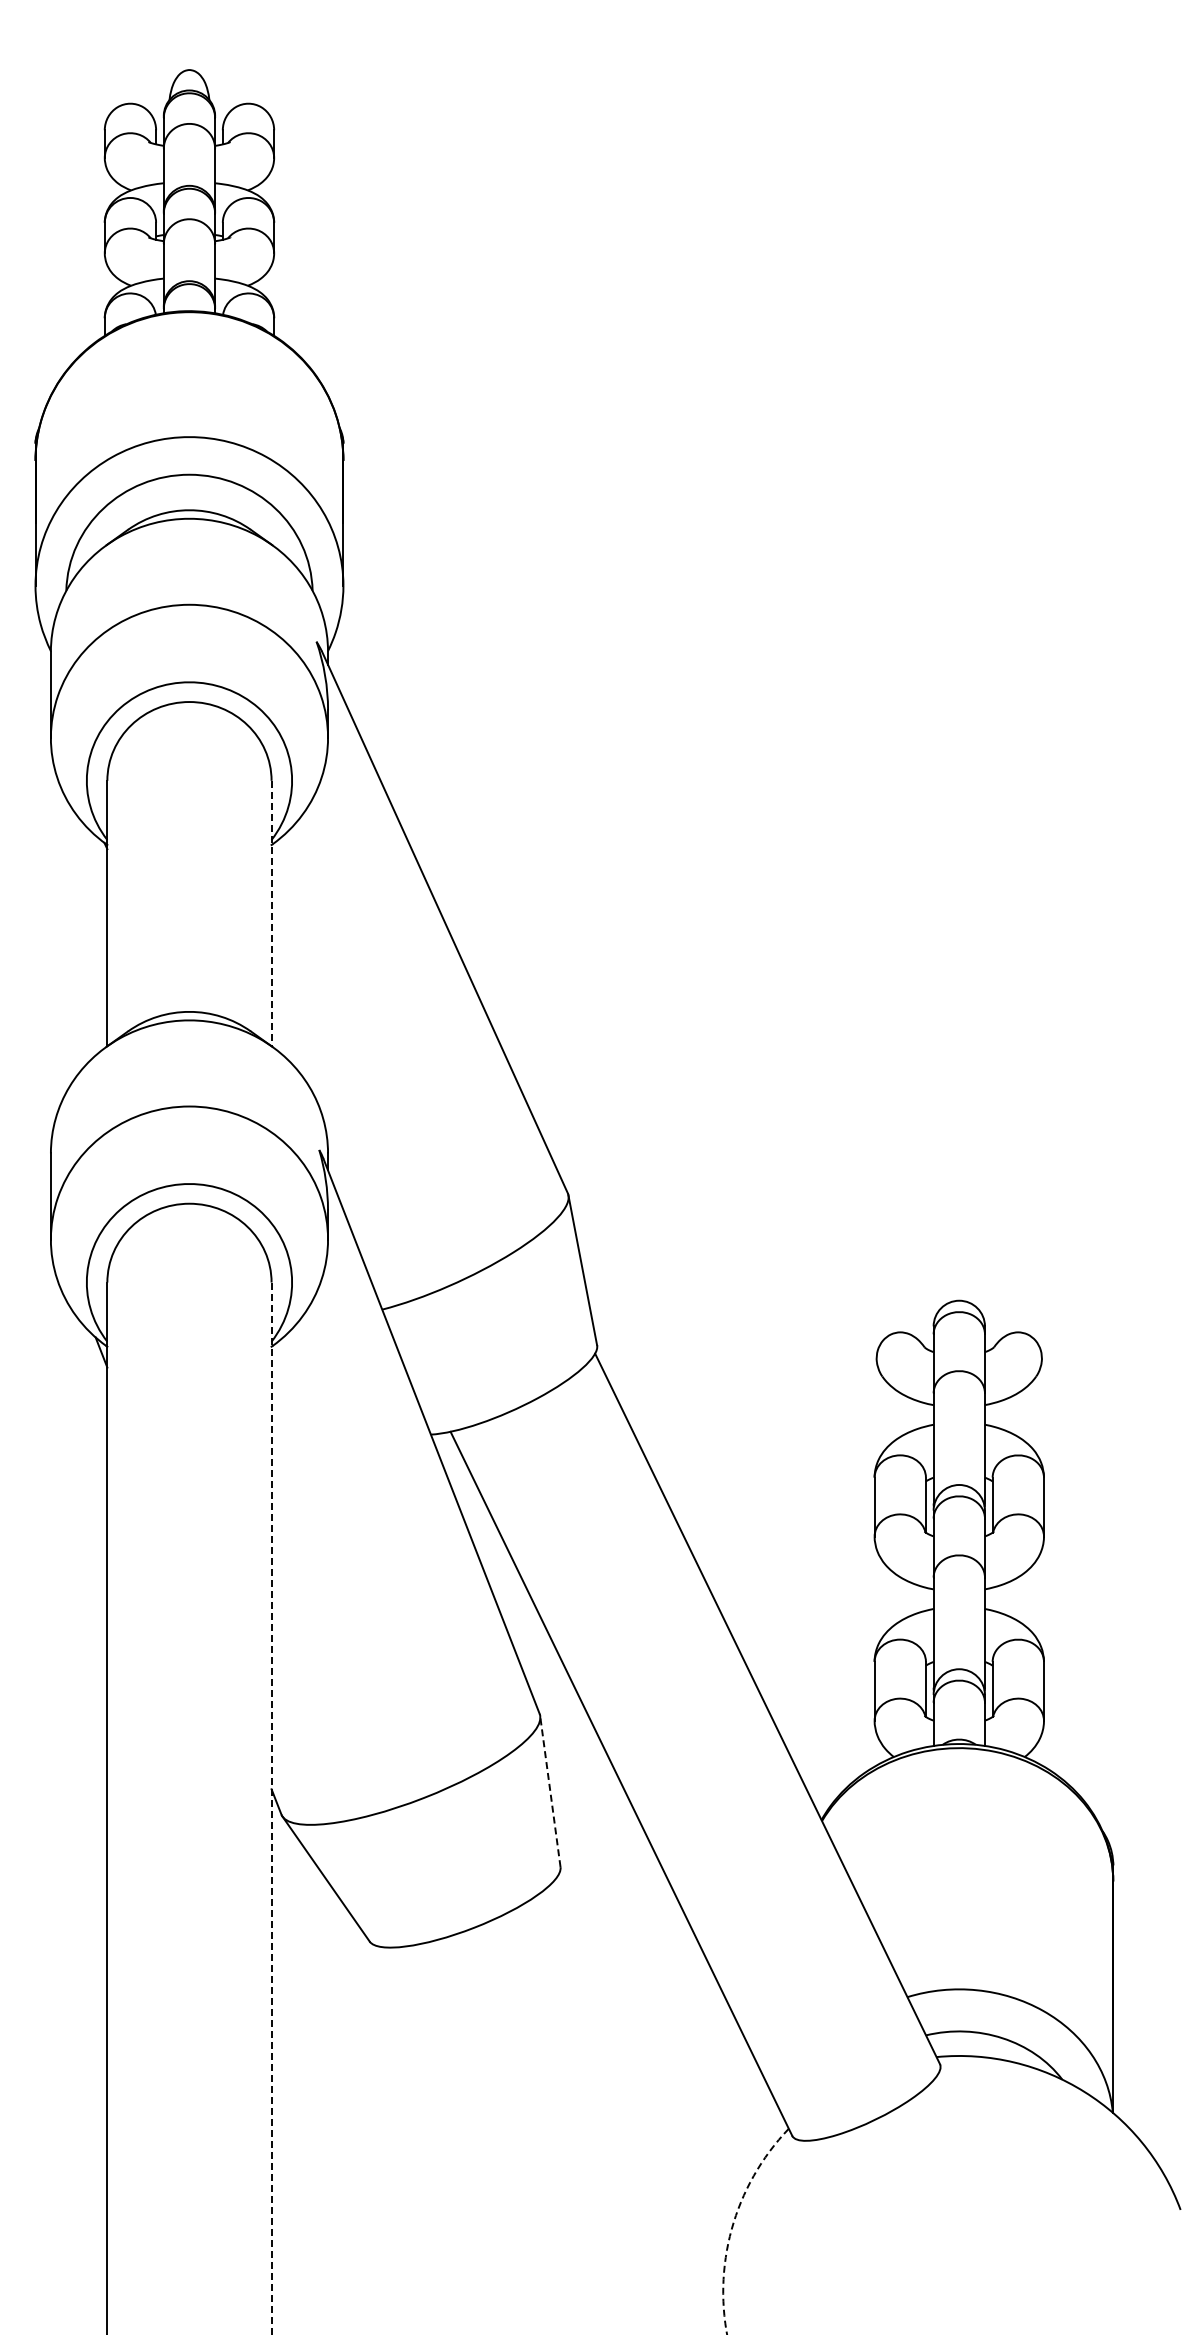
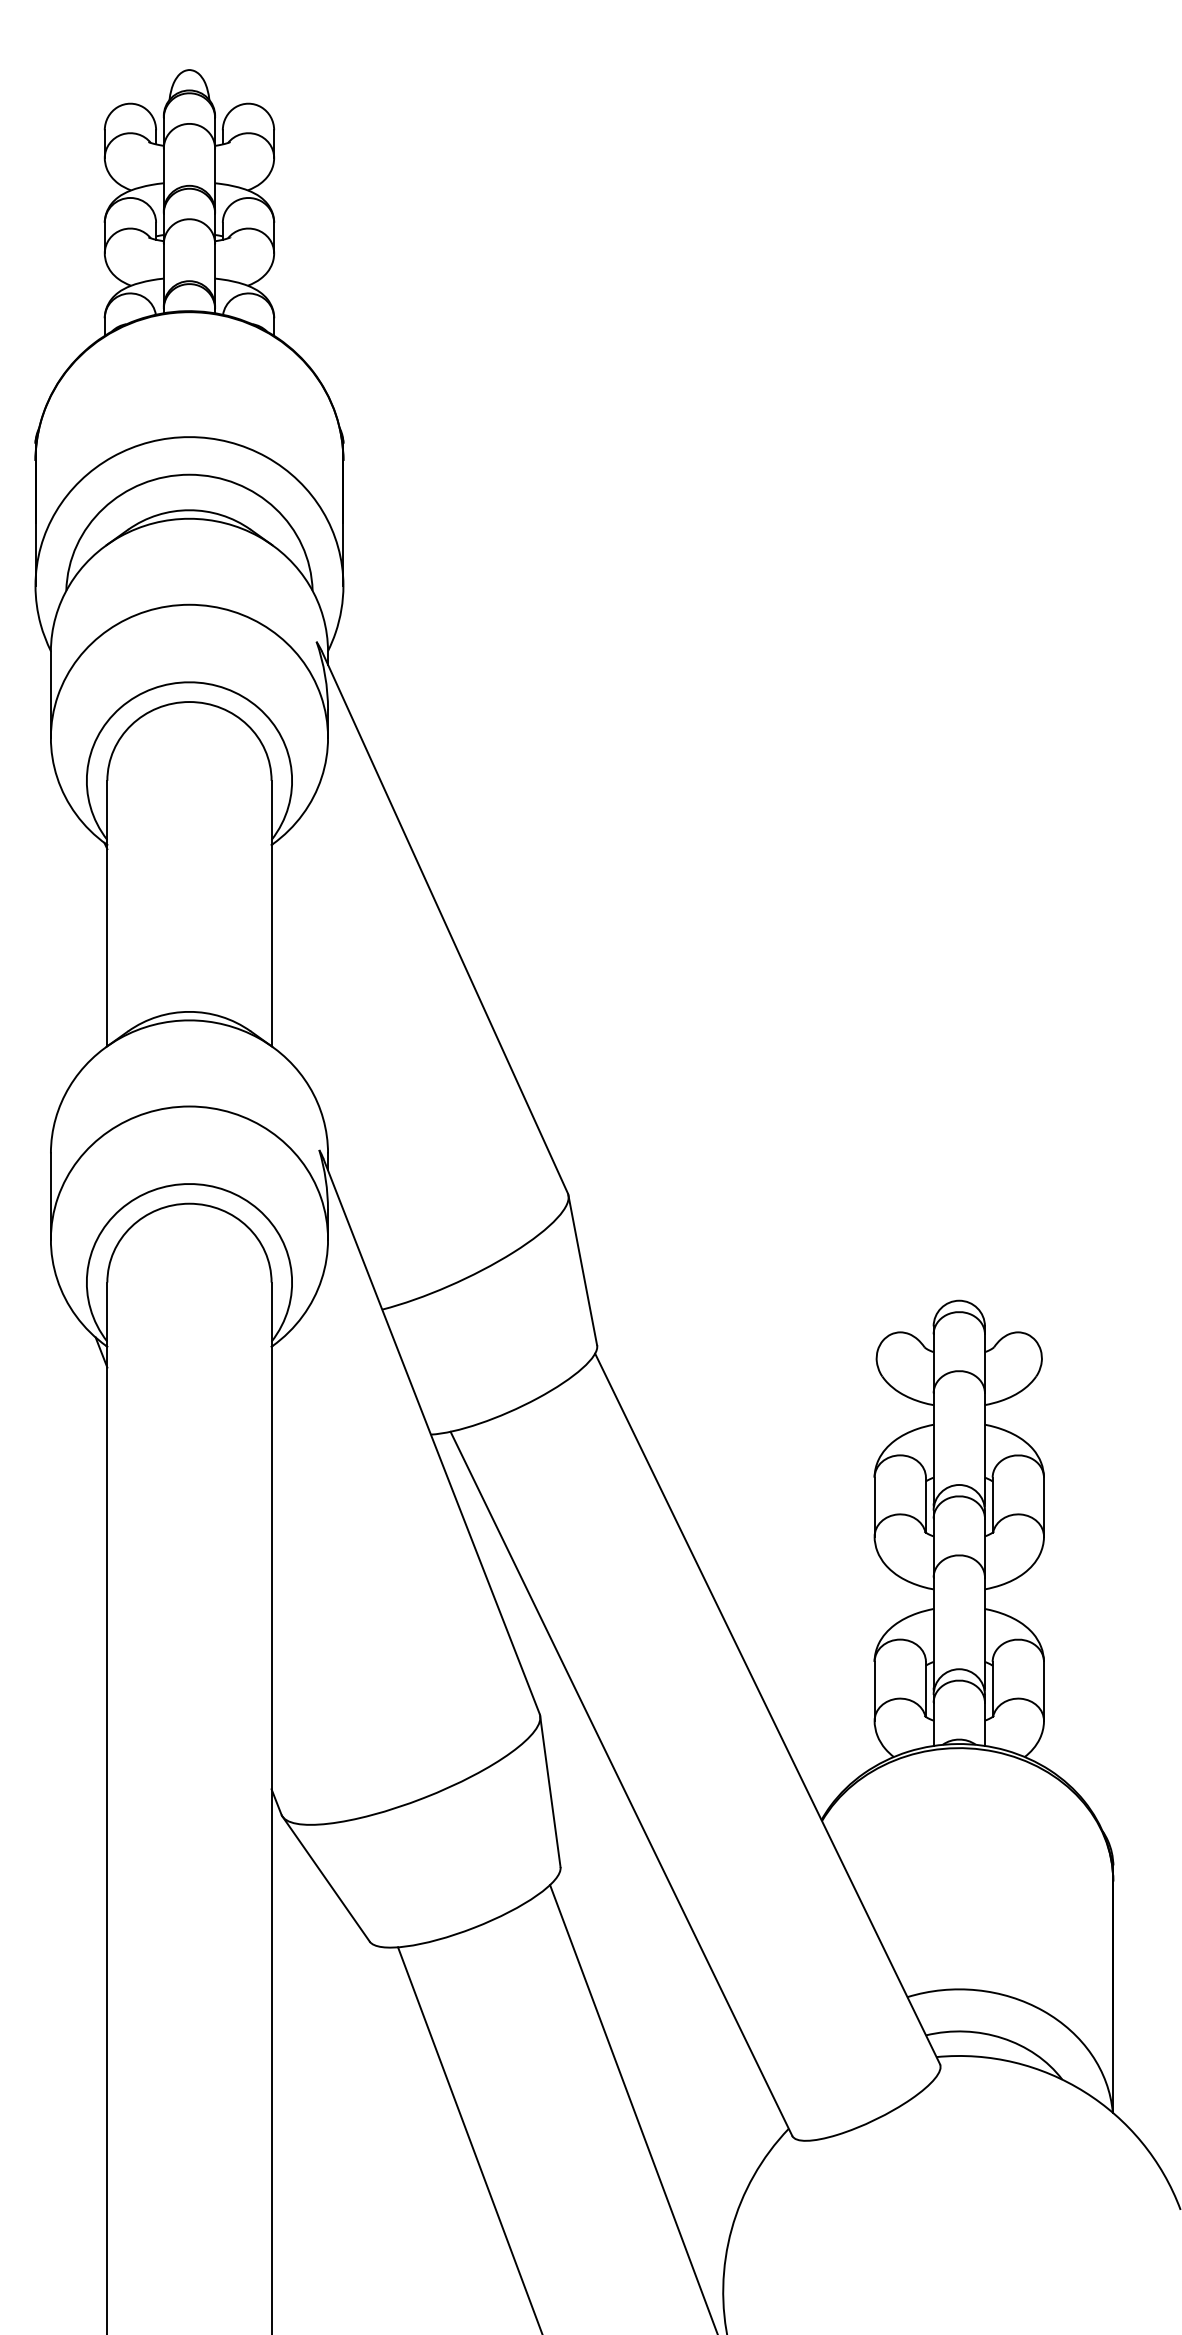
line at (271, 913): dashed -> solid
line at (550, 1791): dashed -> solid
line at (271, 1808): dashed -> solid
line at (633, 2107): none -> present
line at (469, 2139): none -> present
arc at (733, 2224): dashed -> solid
